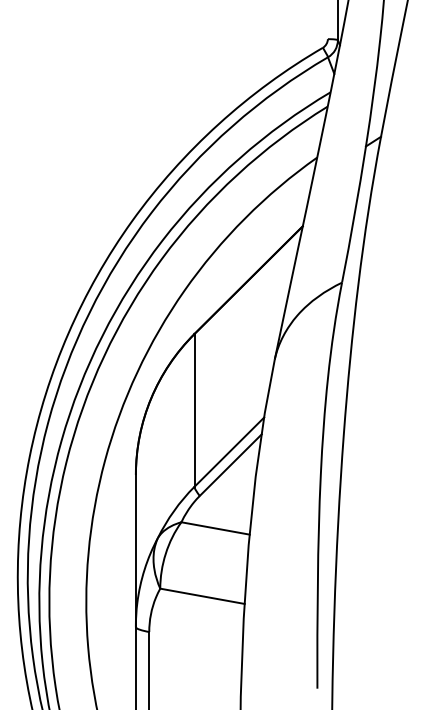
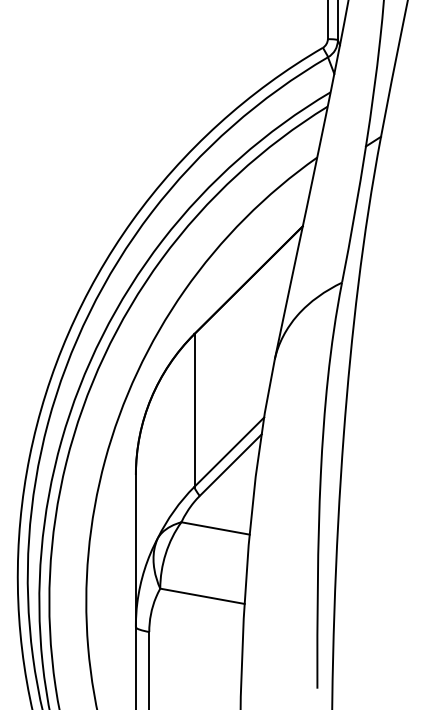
line at (327, 20): none -> present
